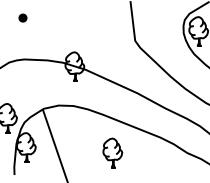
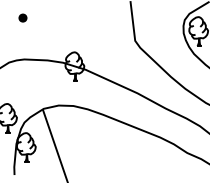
part at (112, 152): present -> none
